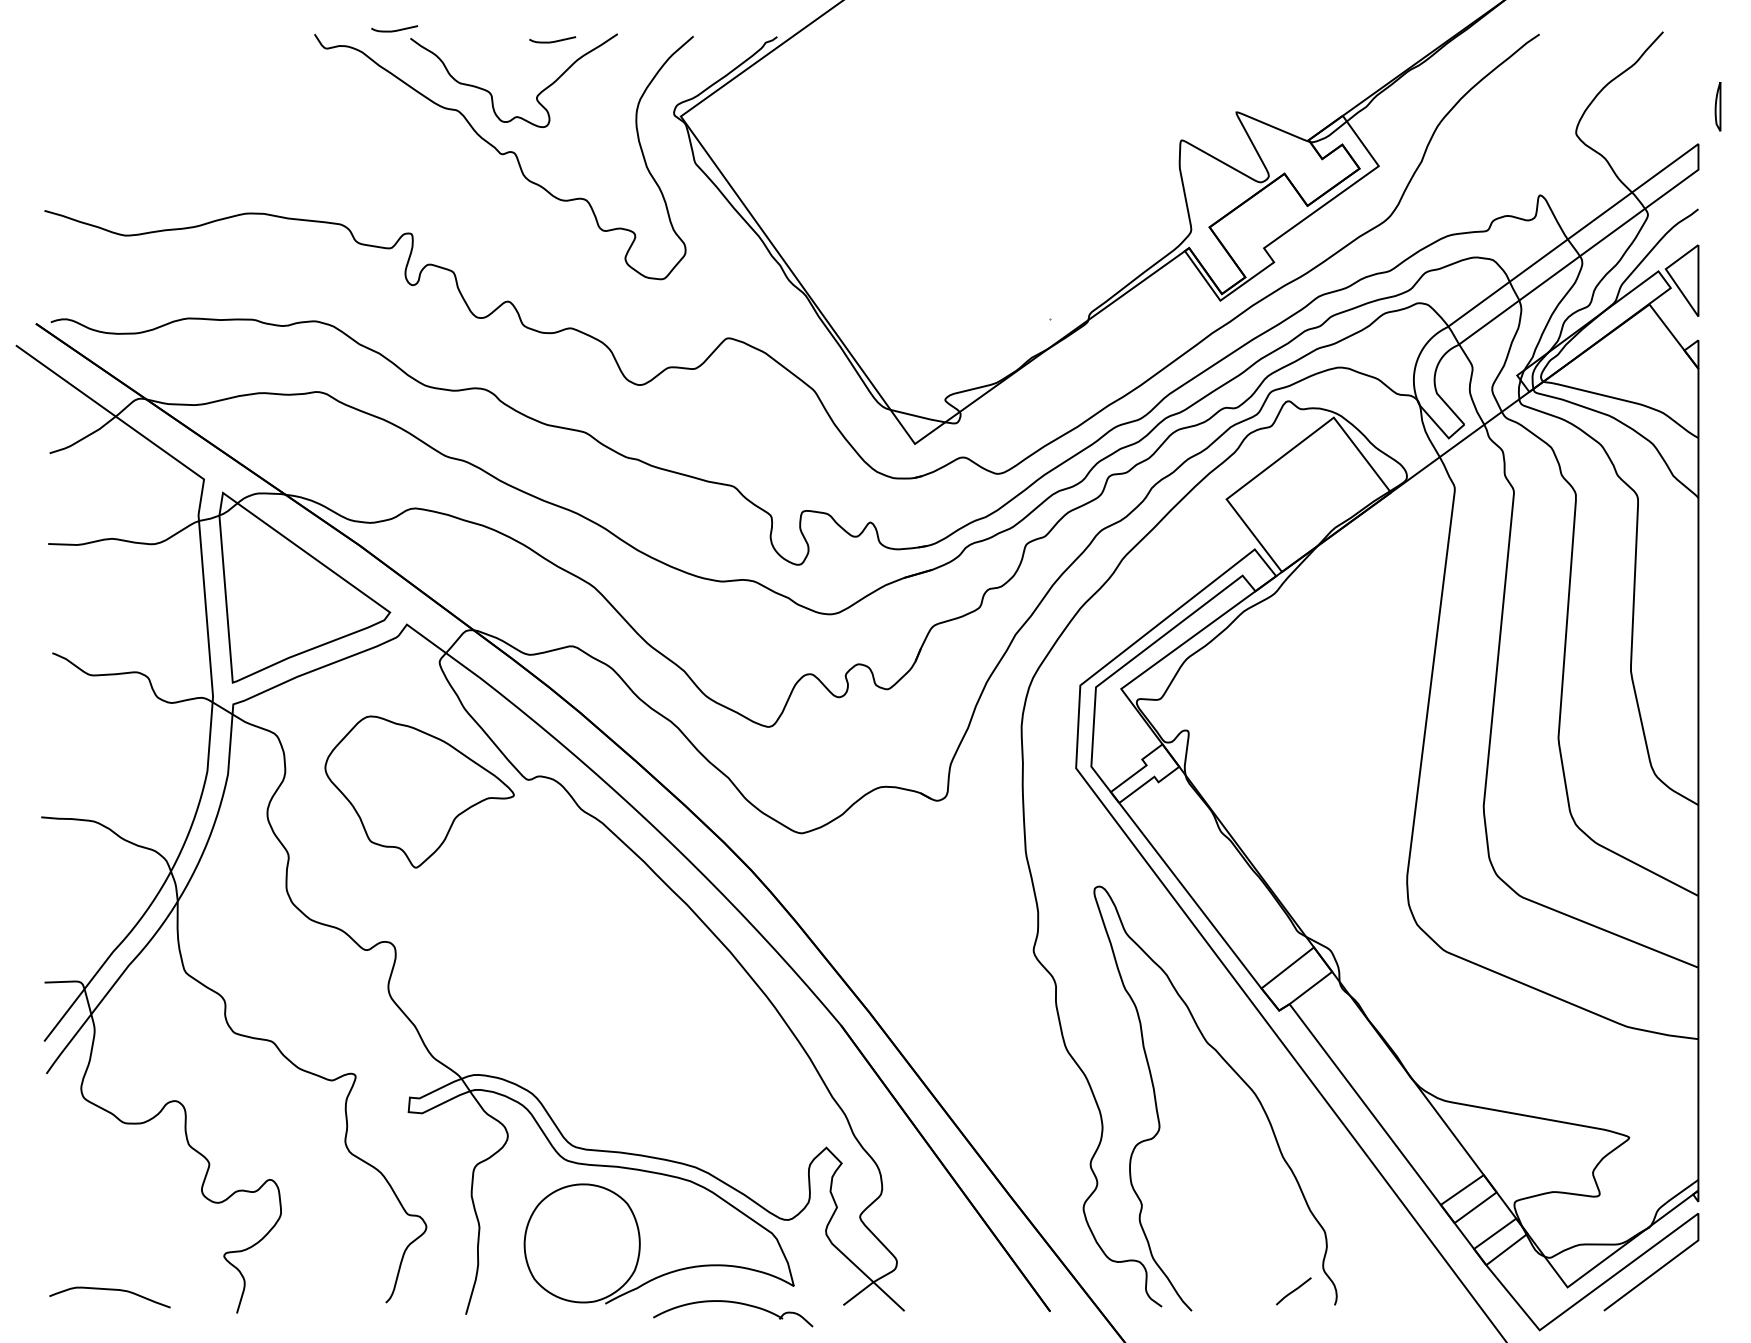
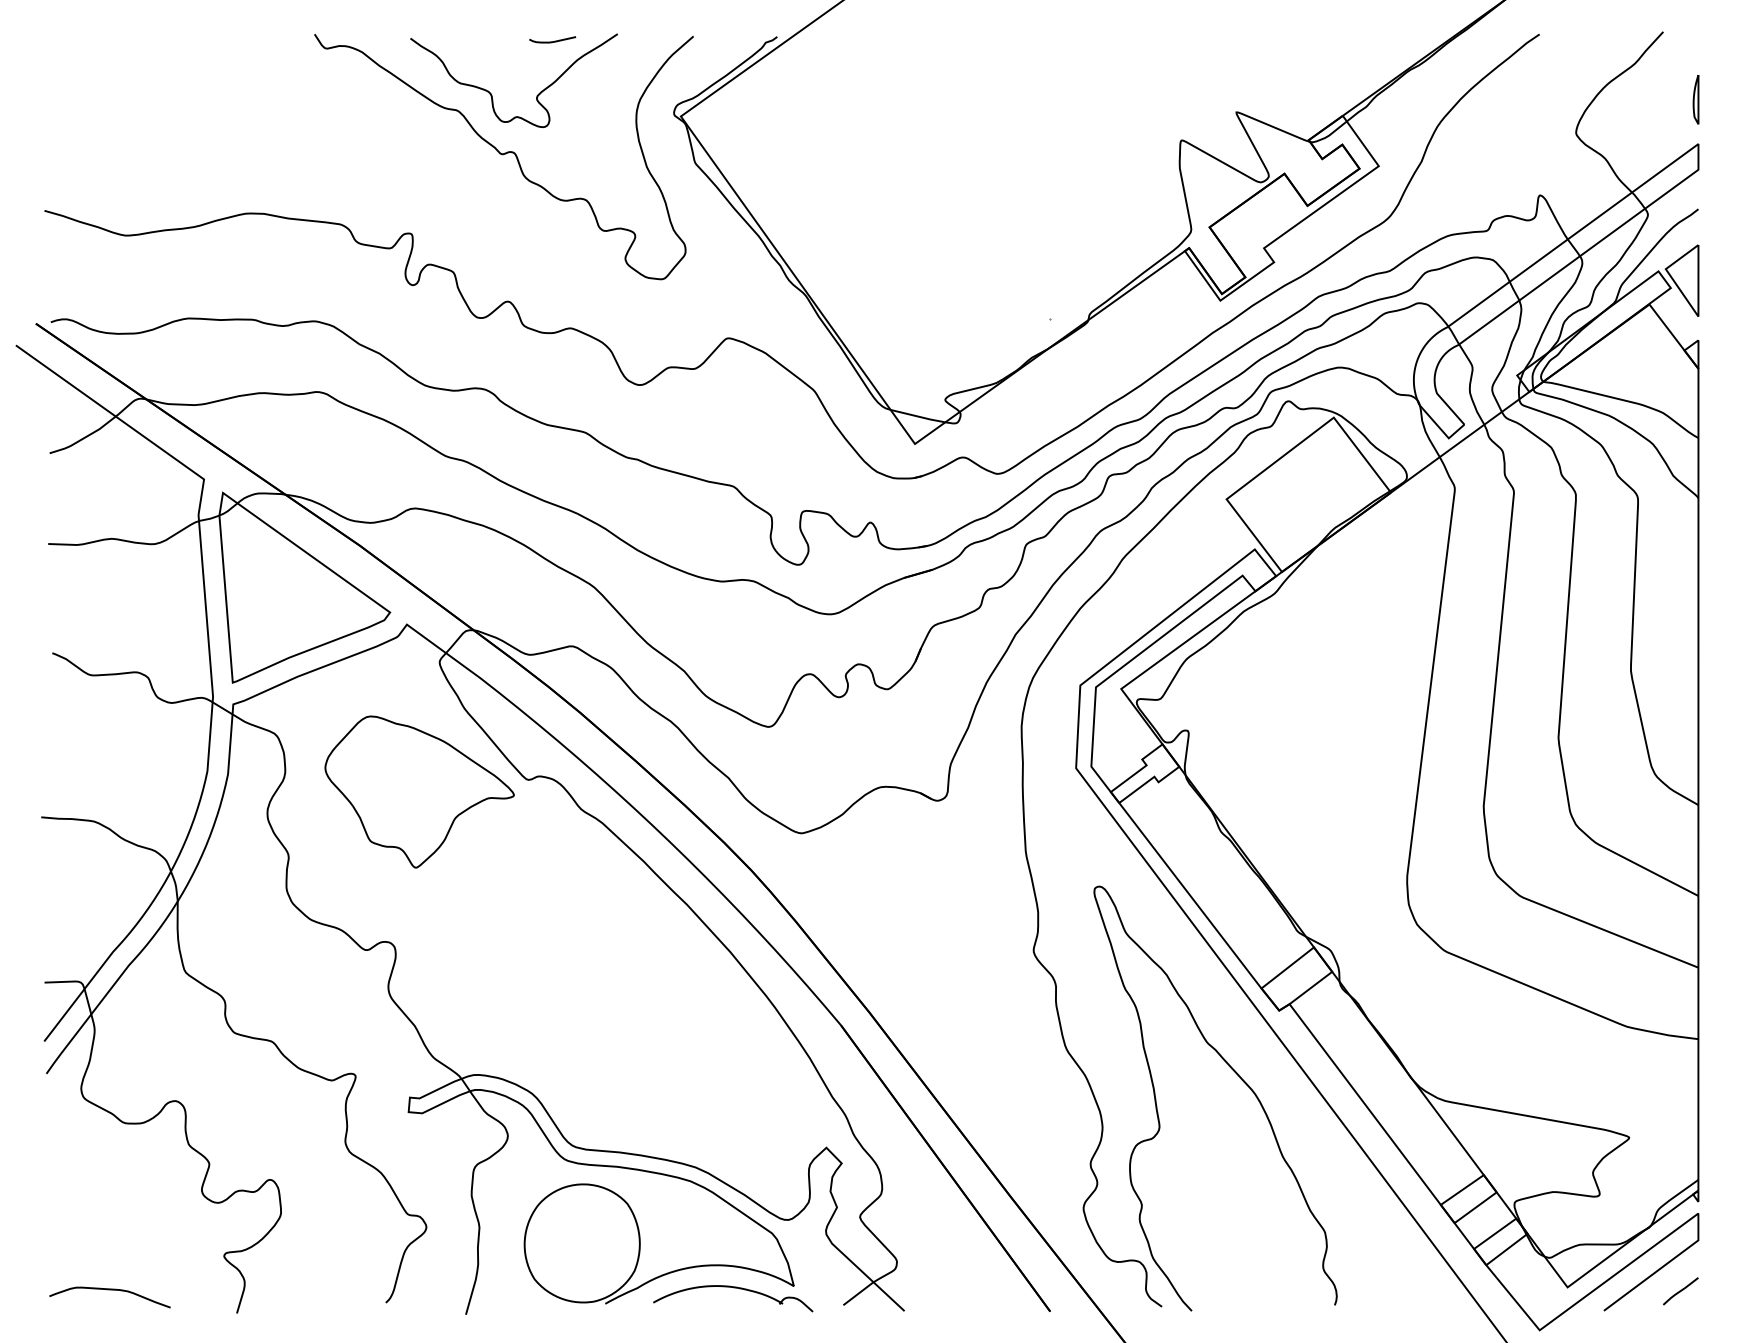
curve at (394, 30): present -> none
part at (1717, 106) position: (1717, 106) -> (1695, 99)
line at (1293, 1291) position: (1293, 1291) -> (1680, 1291)
part at (733, 1303) position: (733, 1303) -> (733, 1288)
